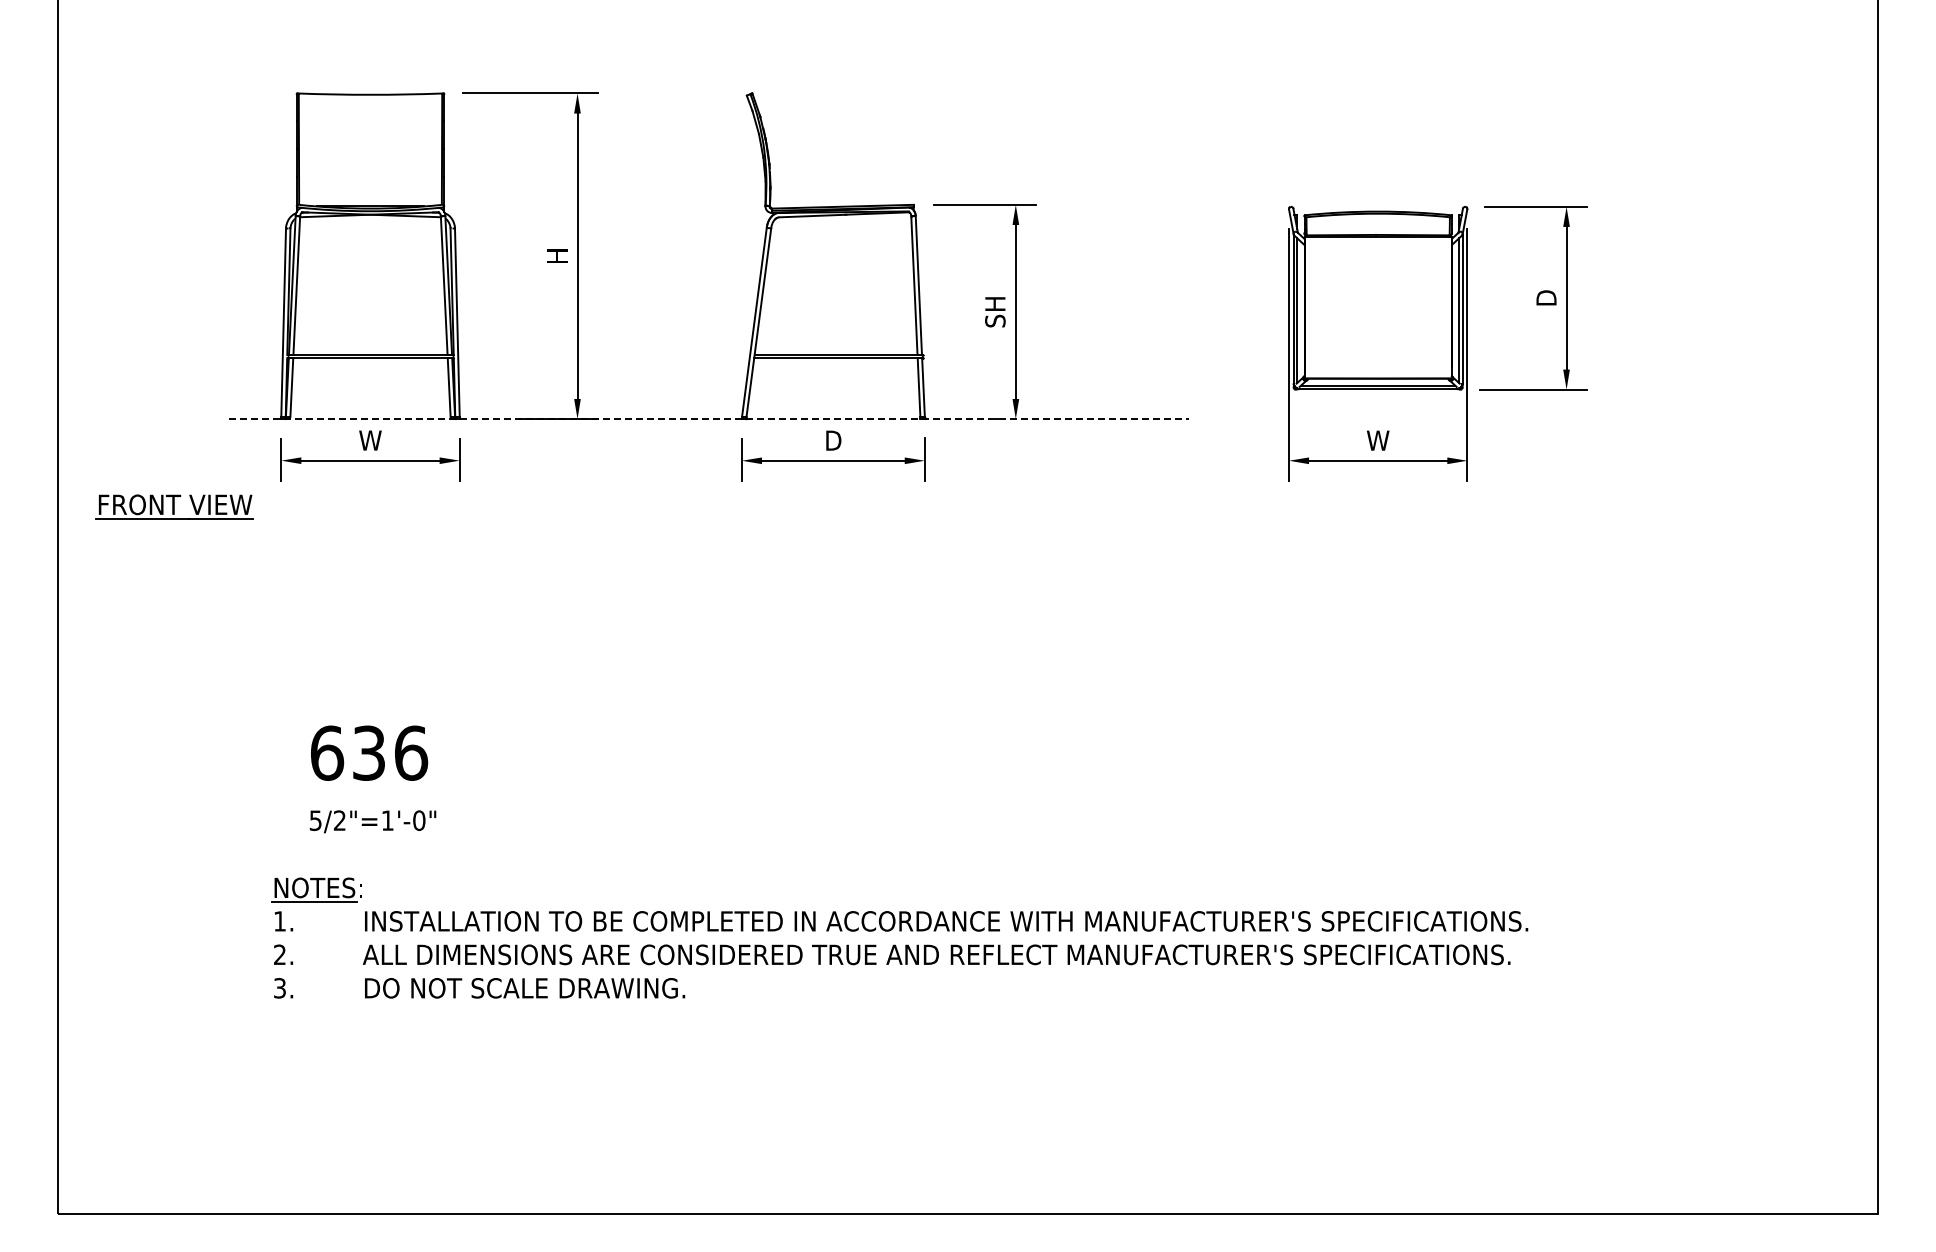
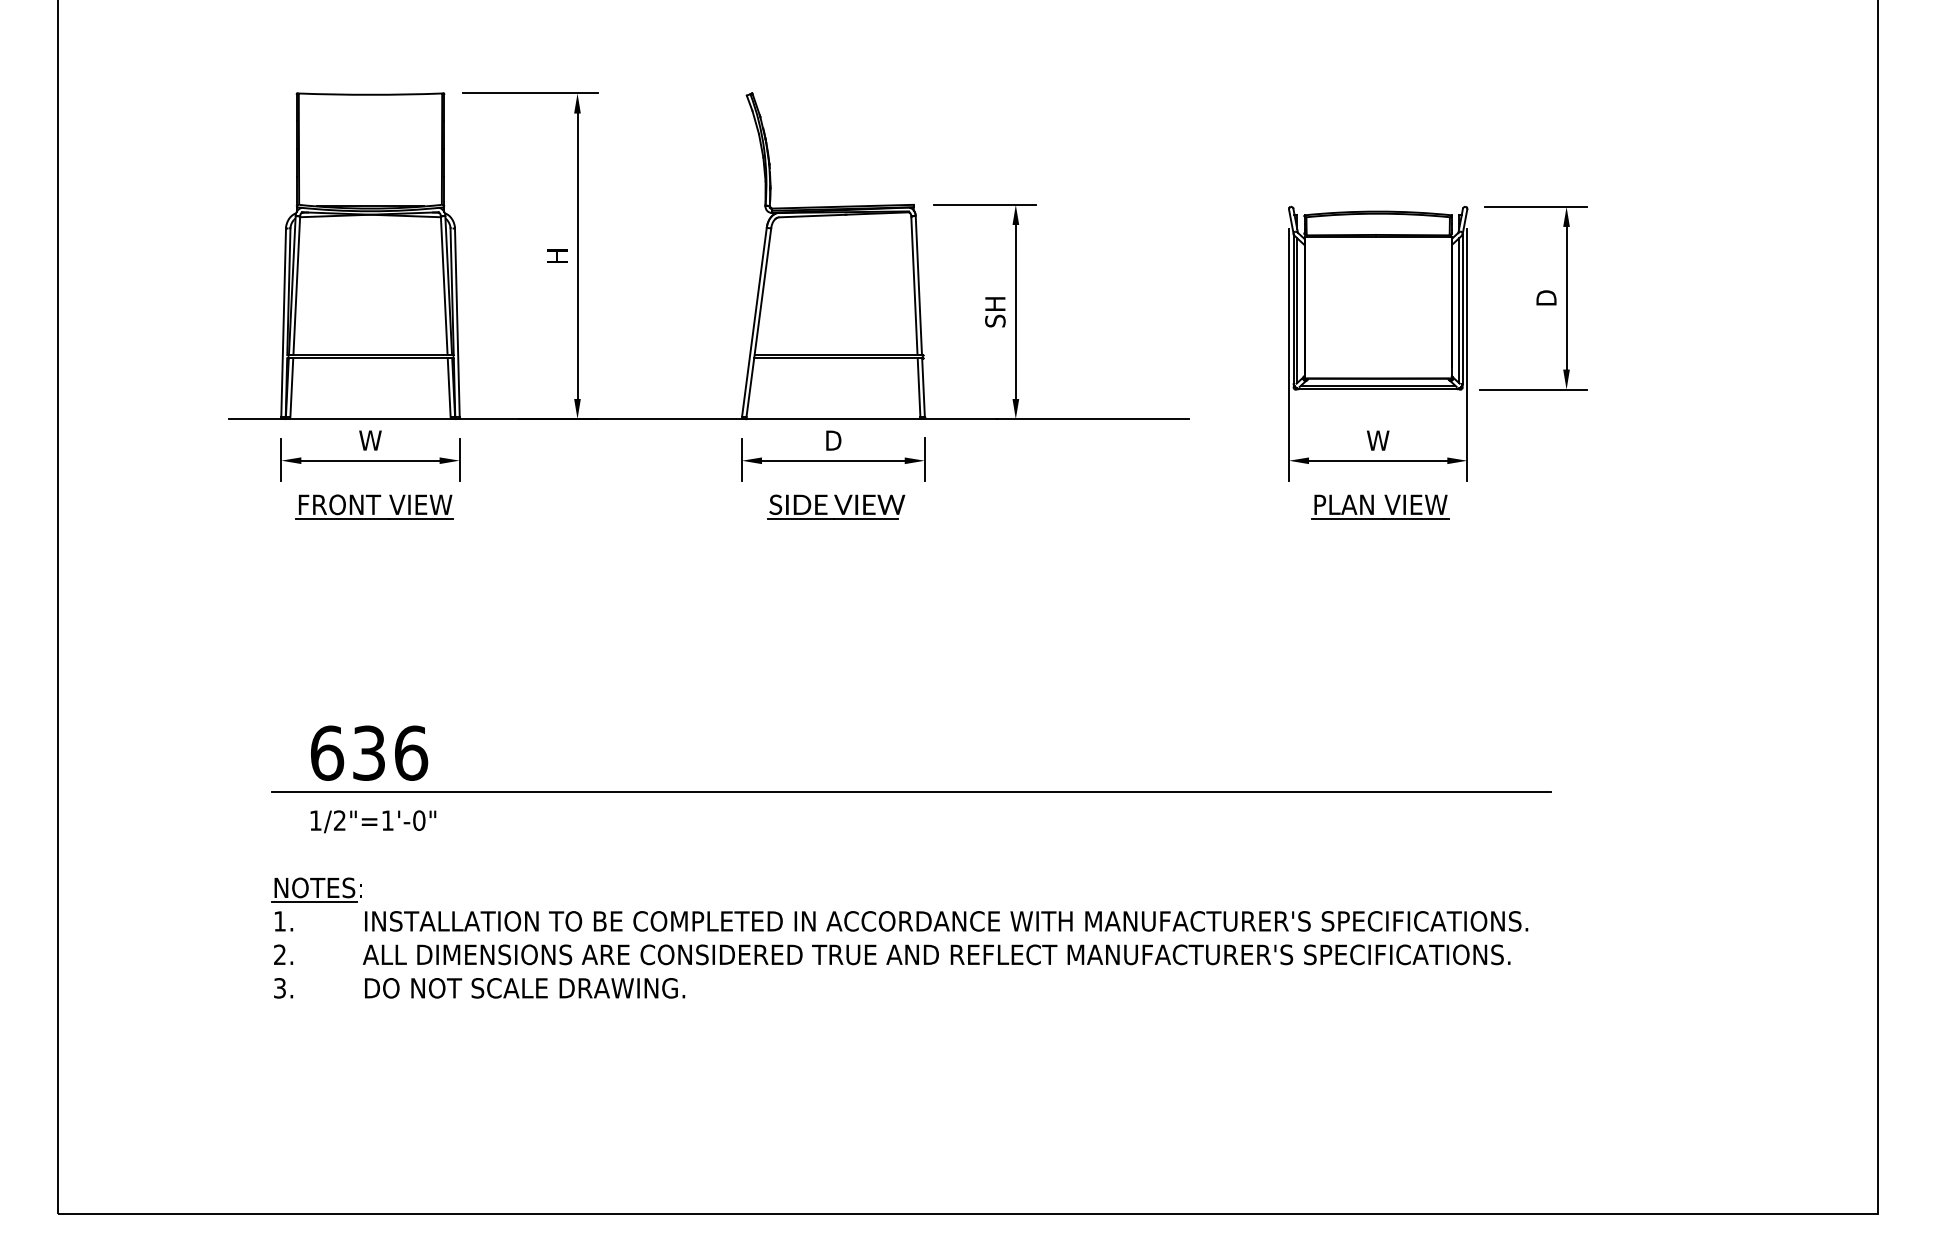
line at (709, 419): dashed -> solid
part at (174, 506) position: (174, 506) -> (374, 506)
part at (836, 506): none -> present
part at (1373, 506): none -> present
line at (911, 792): none -> present
text at (315, 820): 5/2"=1'-0" -> 1/2"=1'-0"
